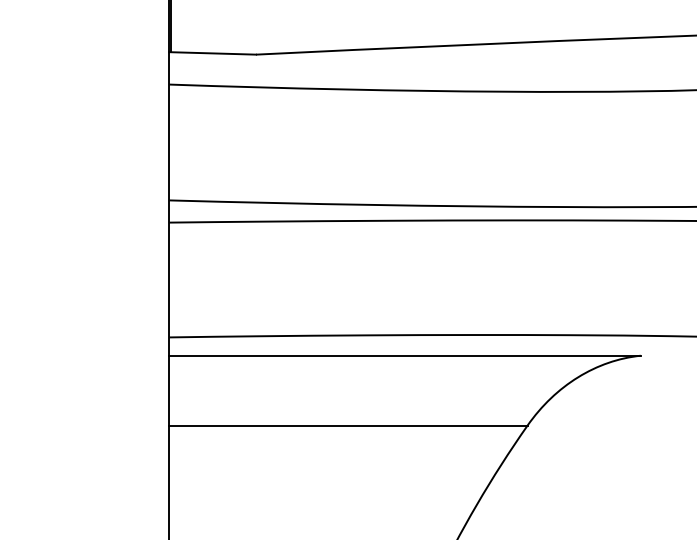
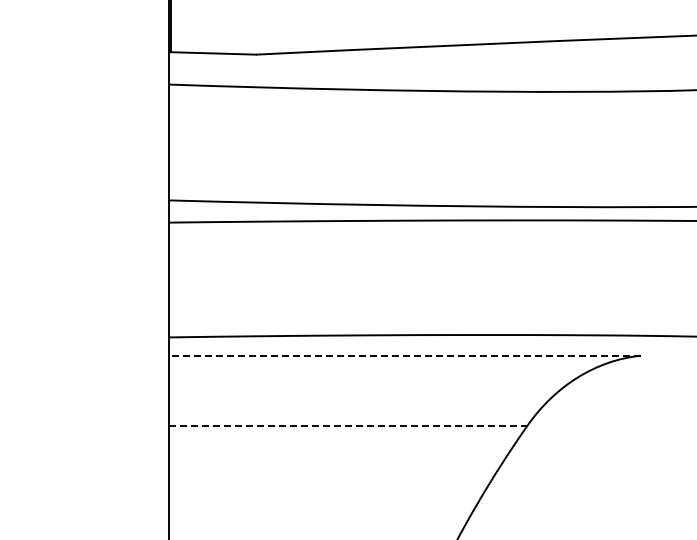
line at (405, 355): solid -> dashed
line at (348, 425): solid -> dashed
